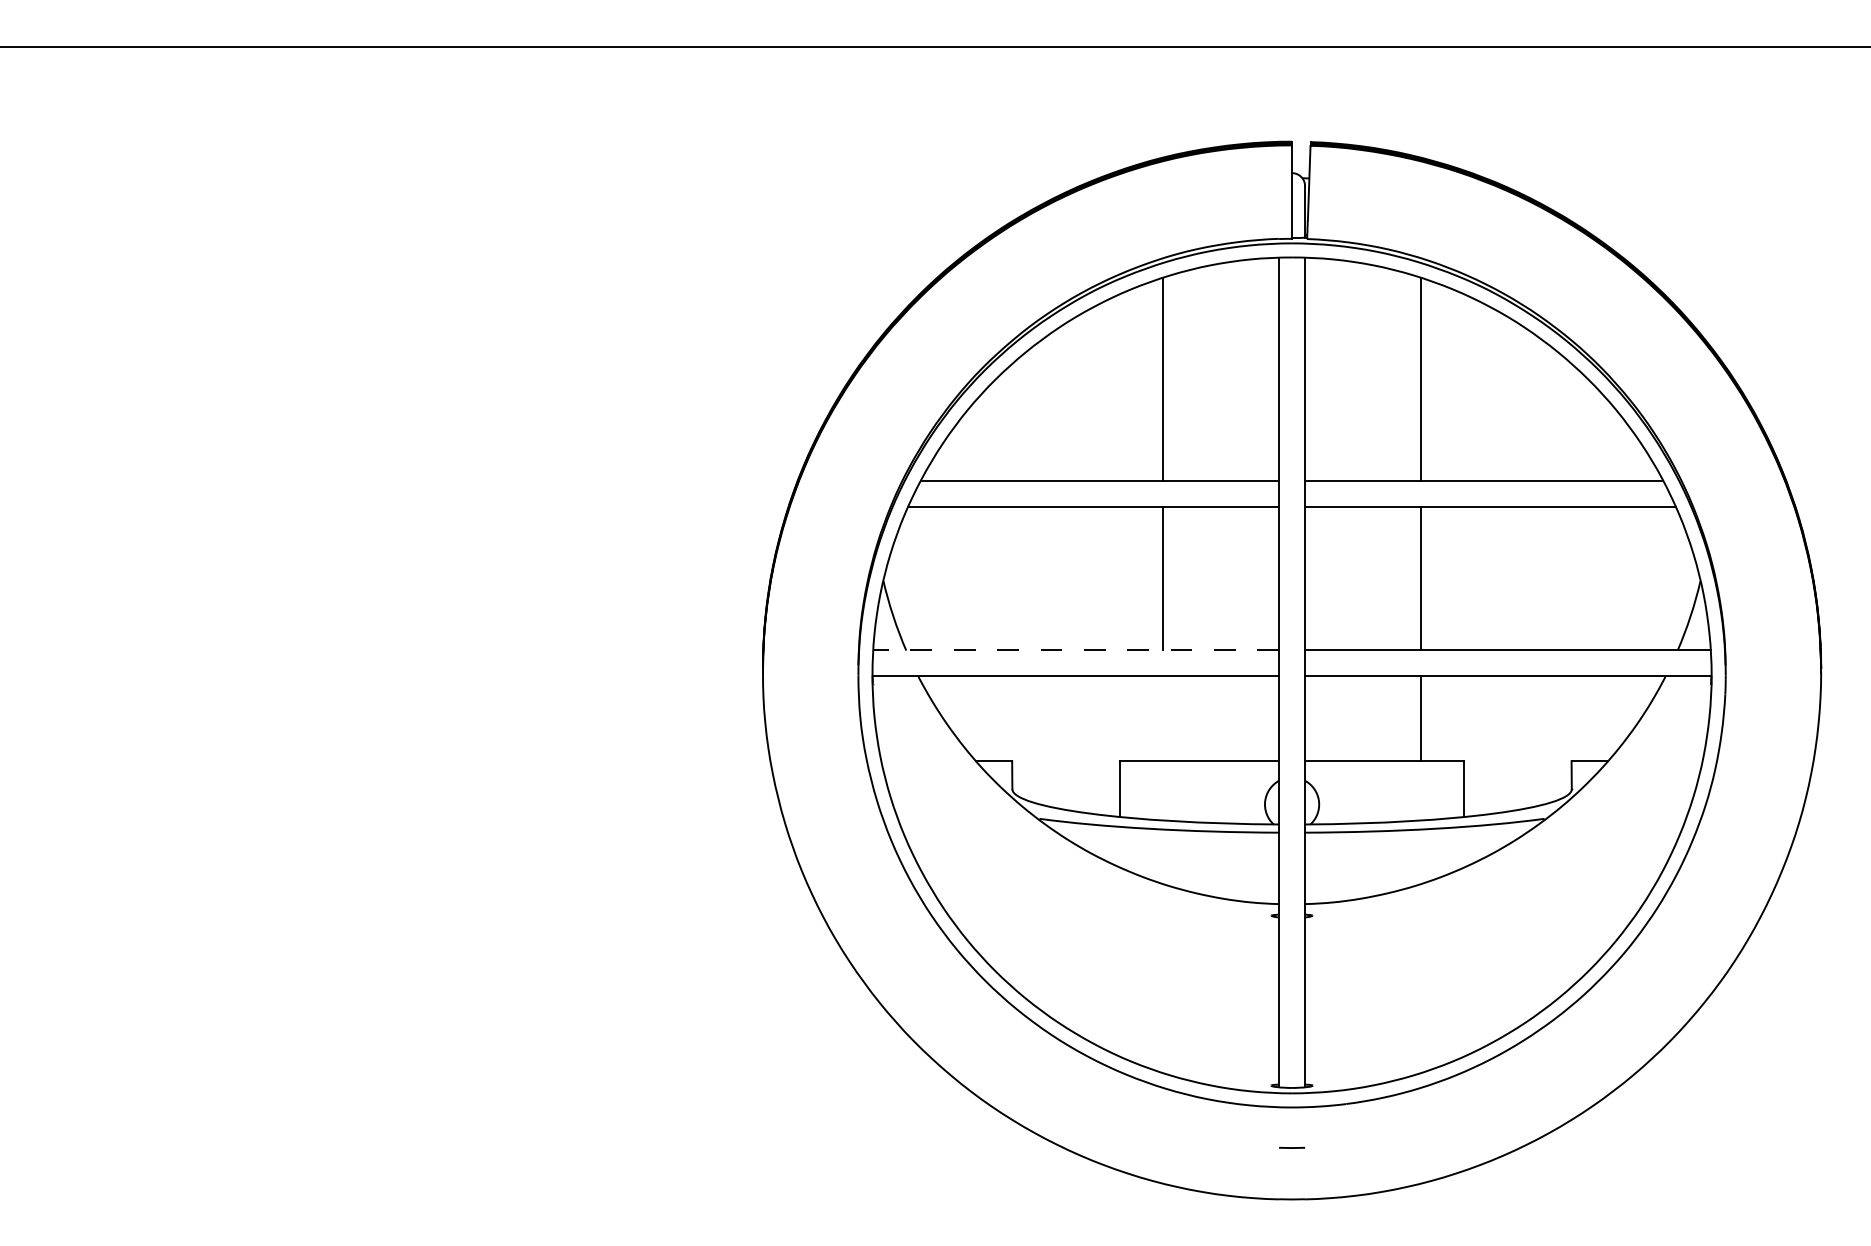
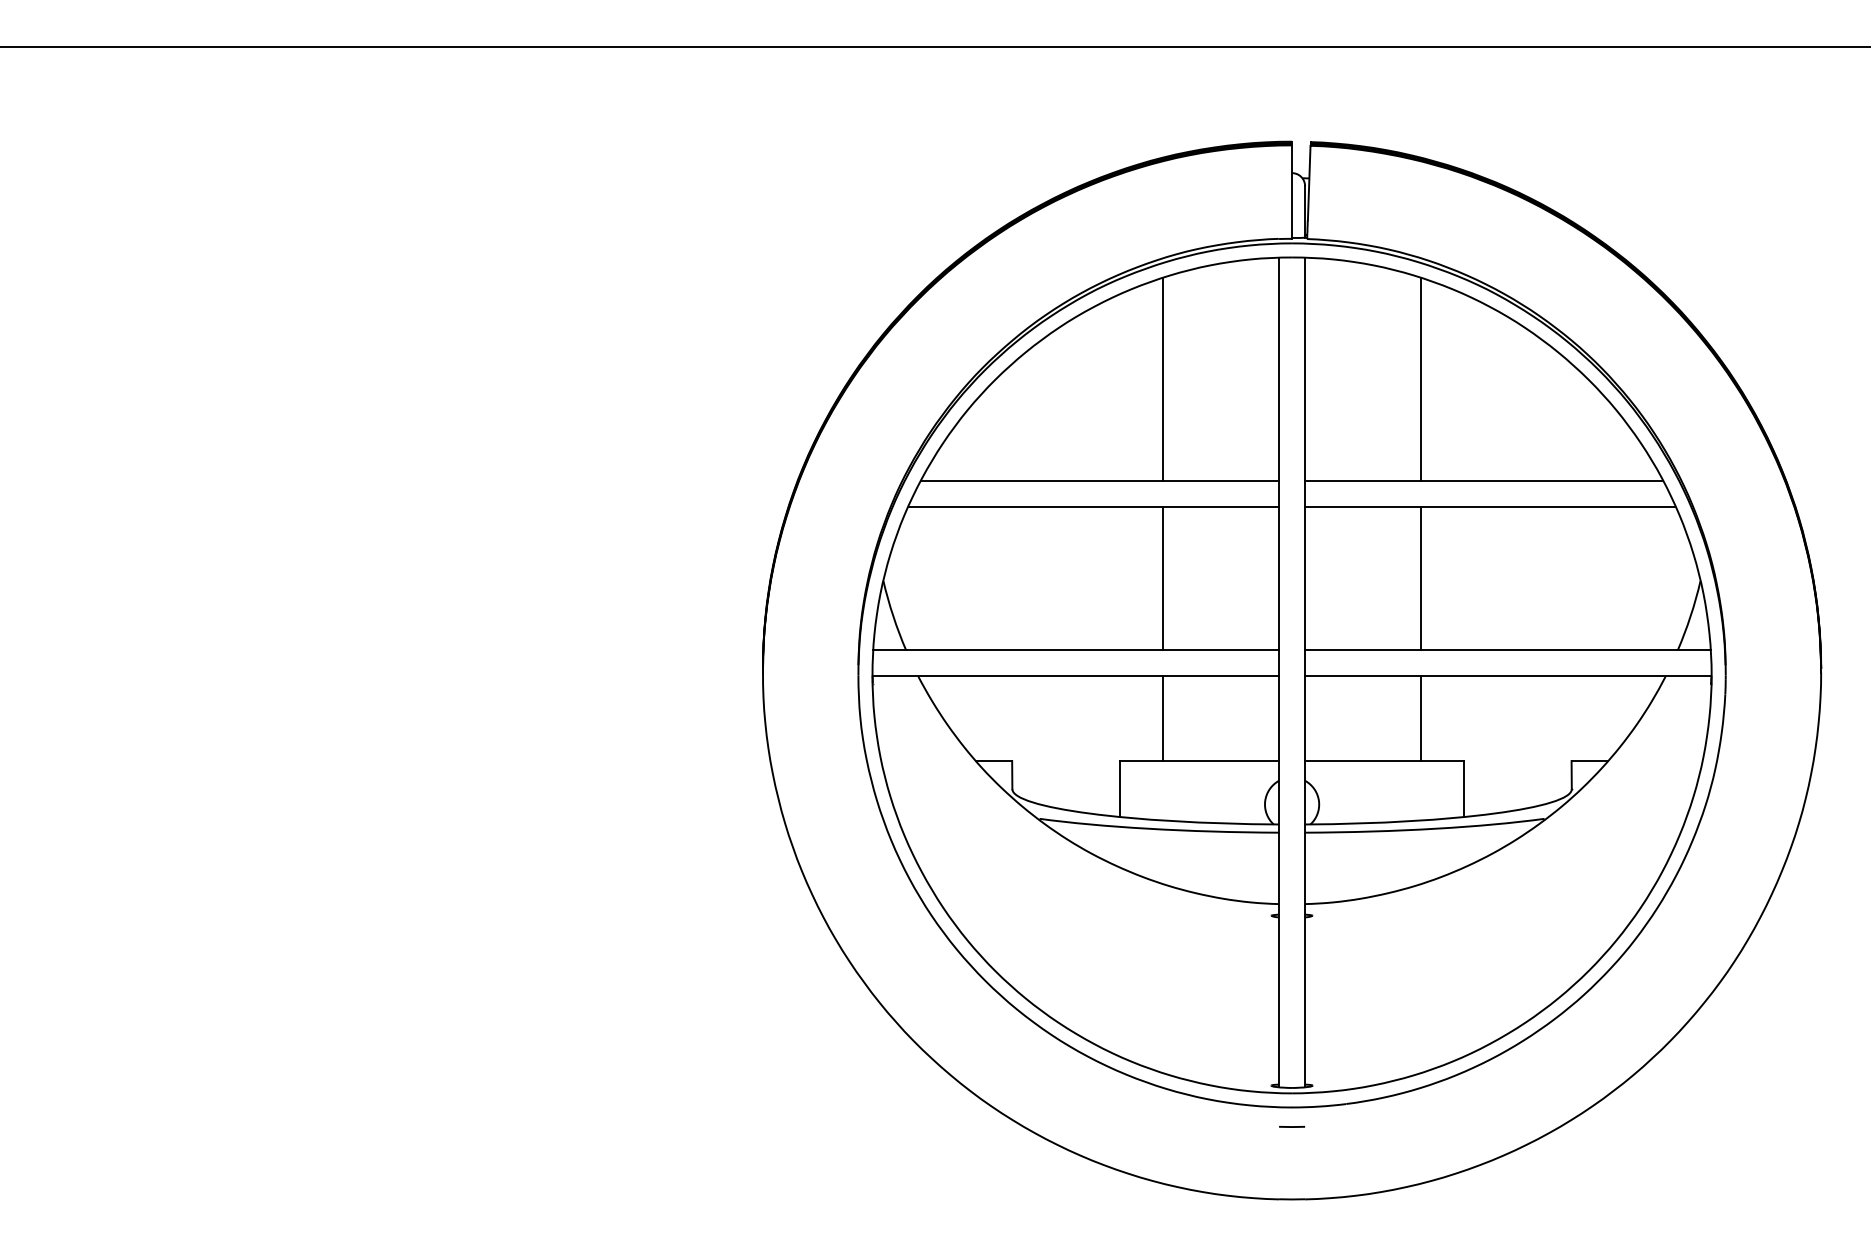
line at (1075, 650): dashed -> solid
line at (1163, 718): none -> present
line at (1291, 1147) position: (1291, 1147) -> (1291, 1126)
